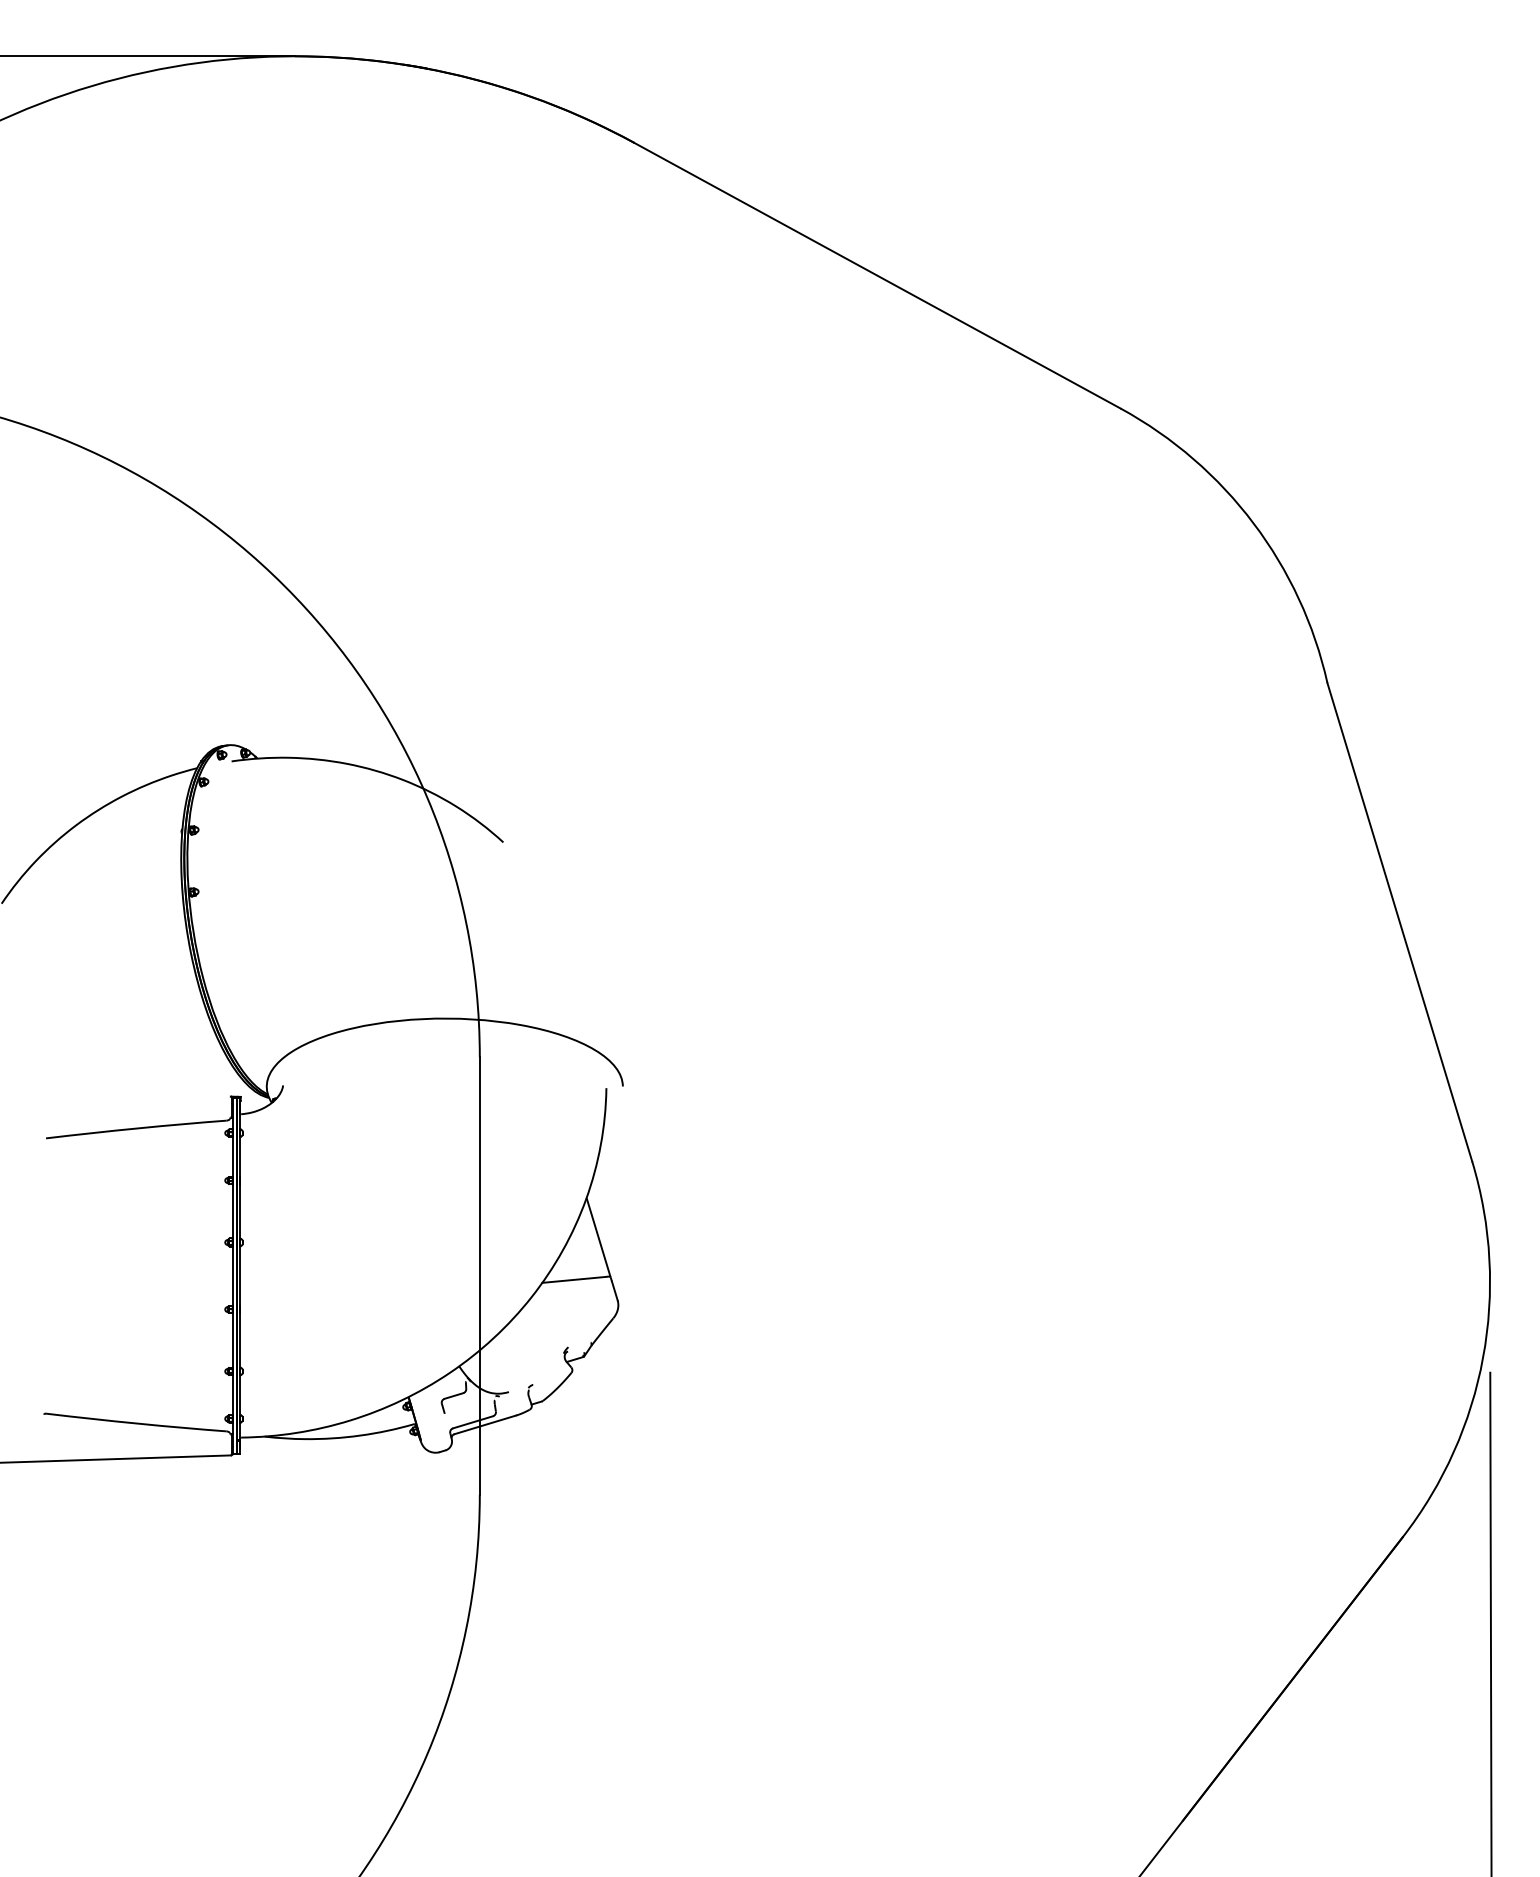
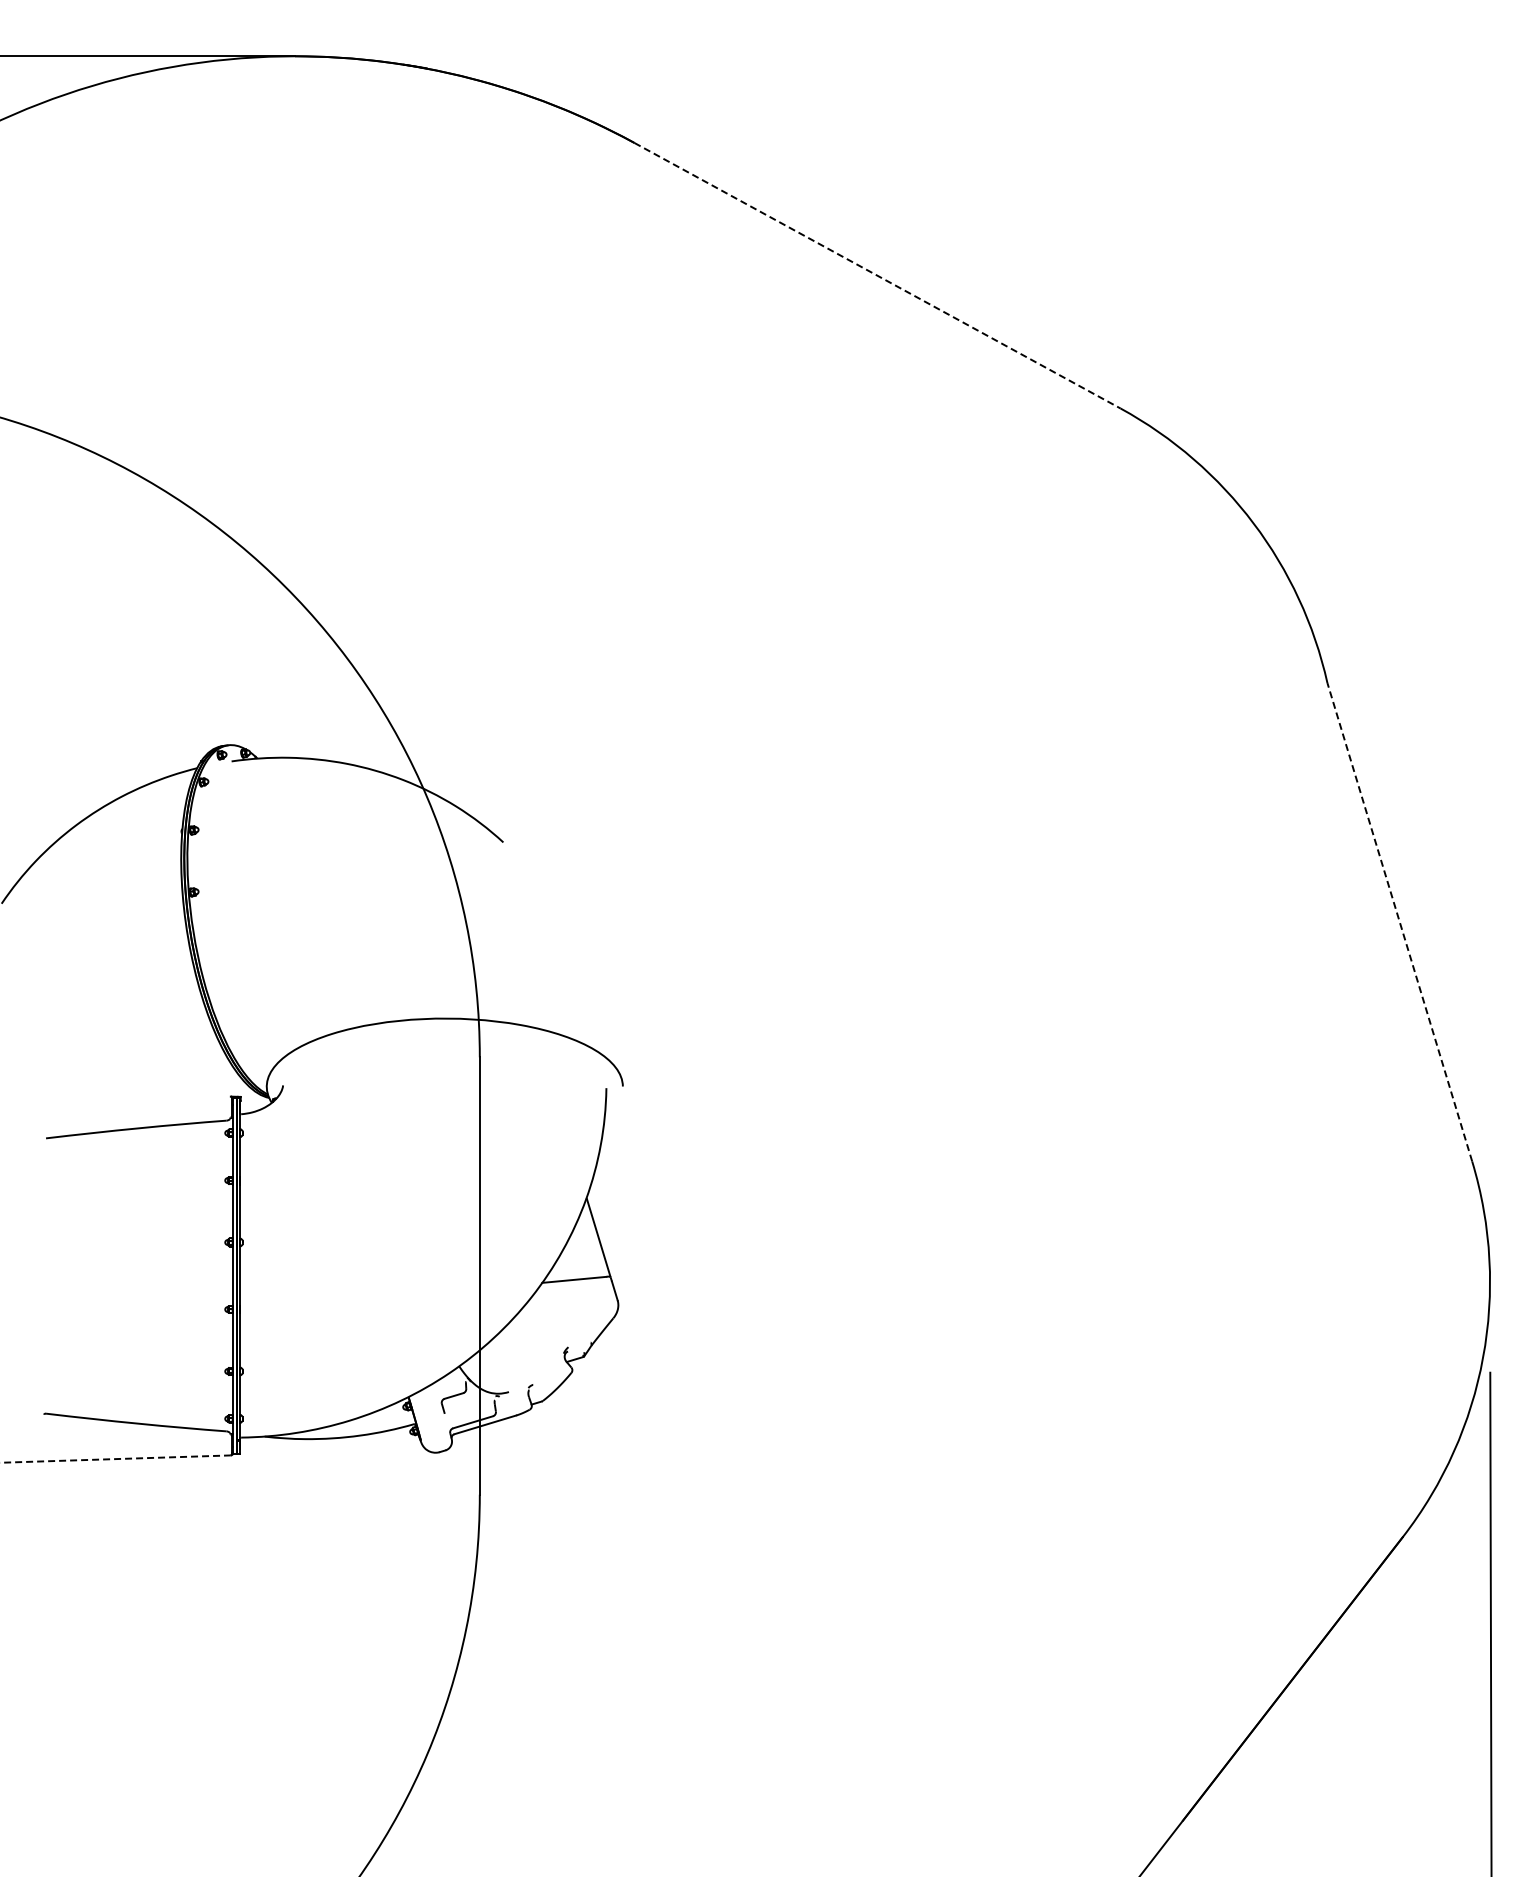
line at (877, 276): solid -> dashed
line at (1399, 922): solid -> dashed
line at (115, 1459): solid -> dashed
